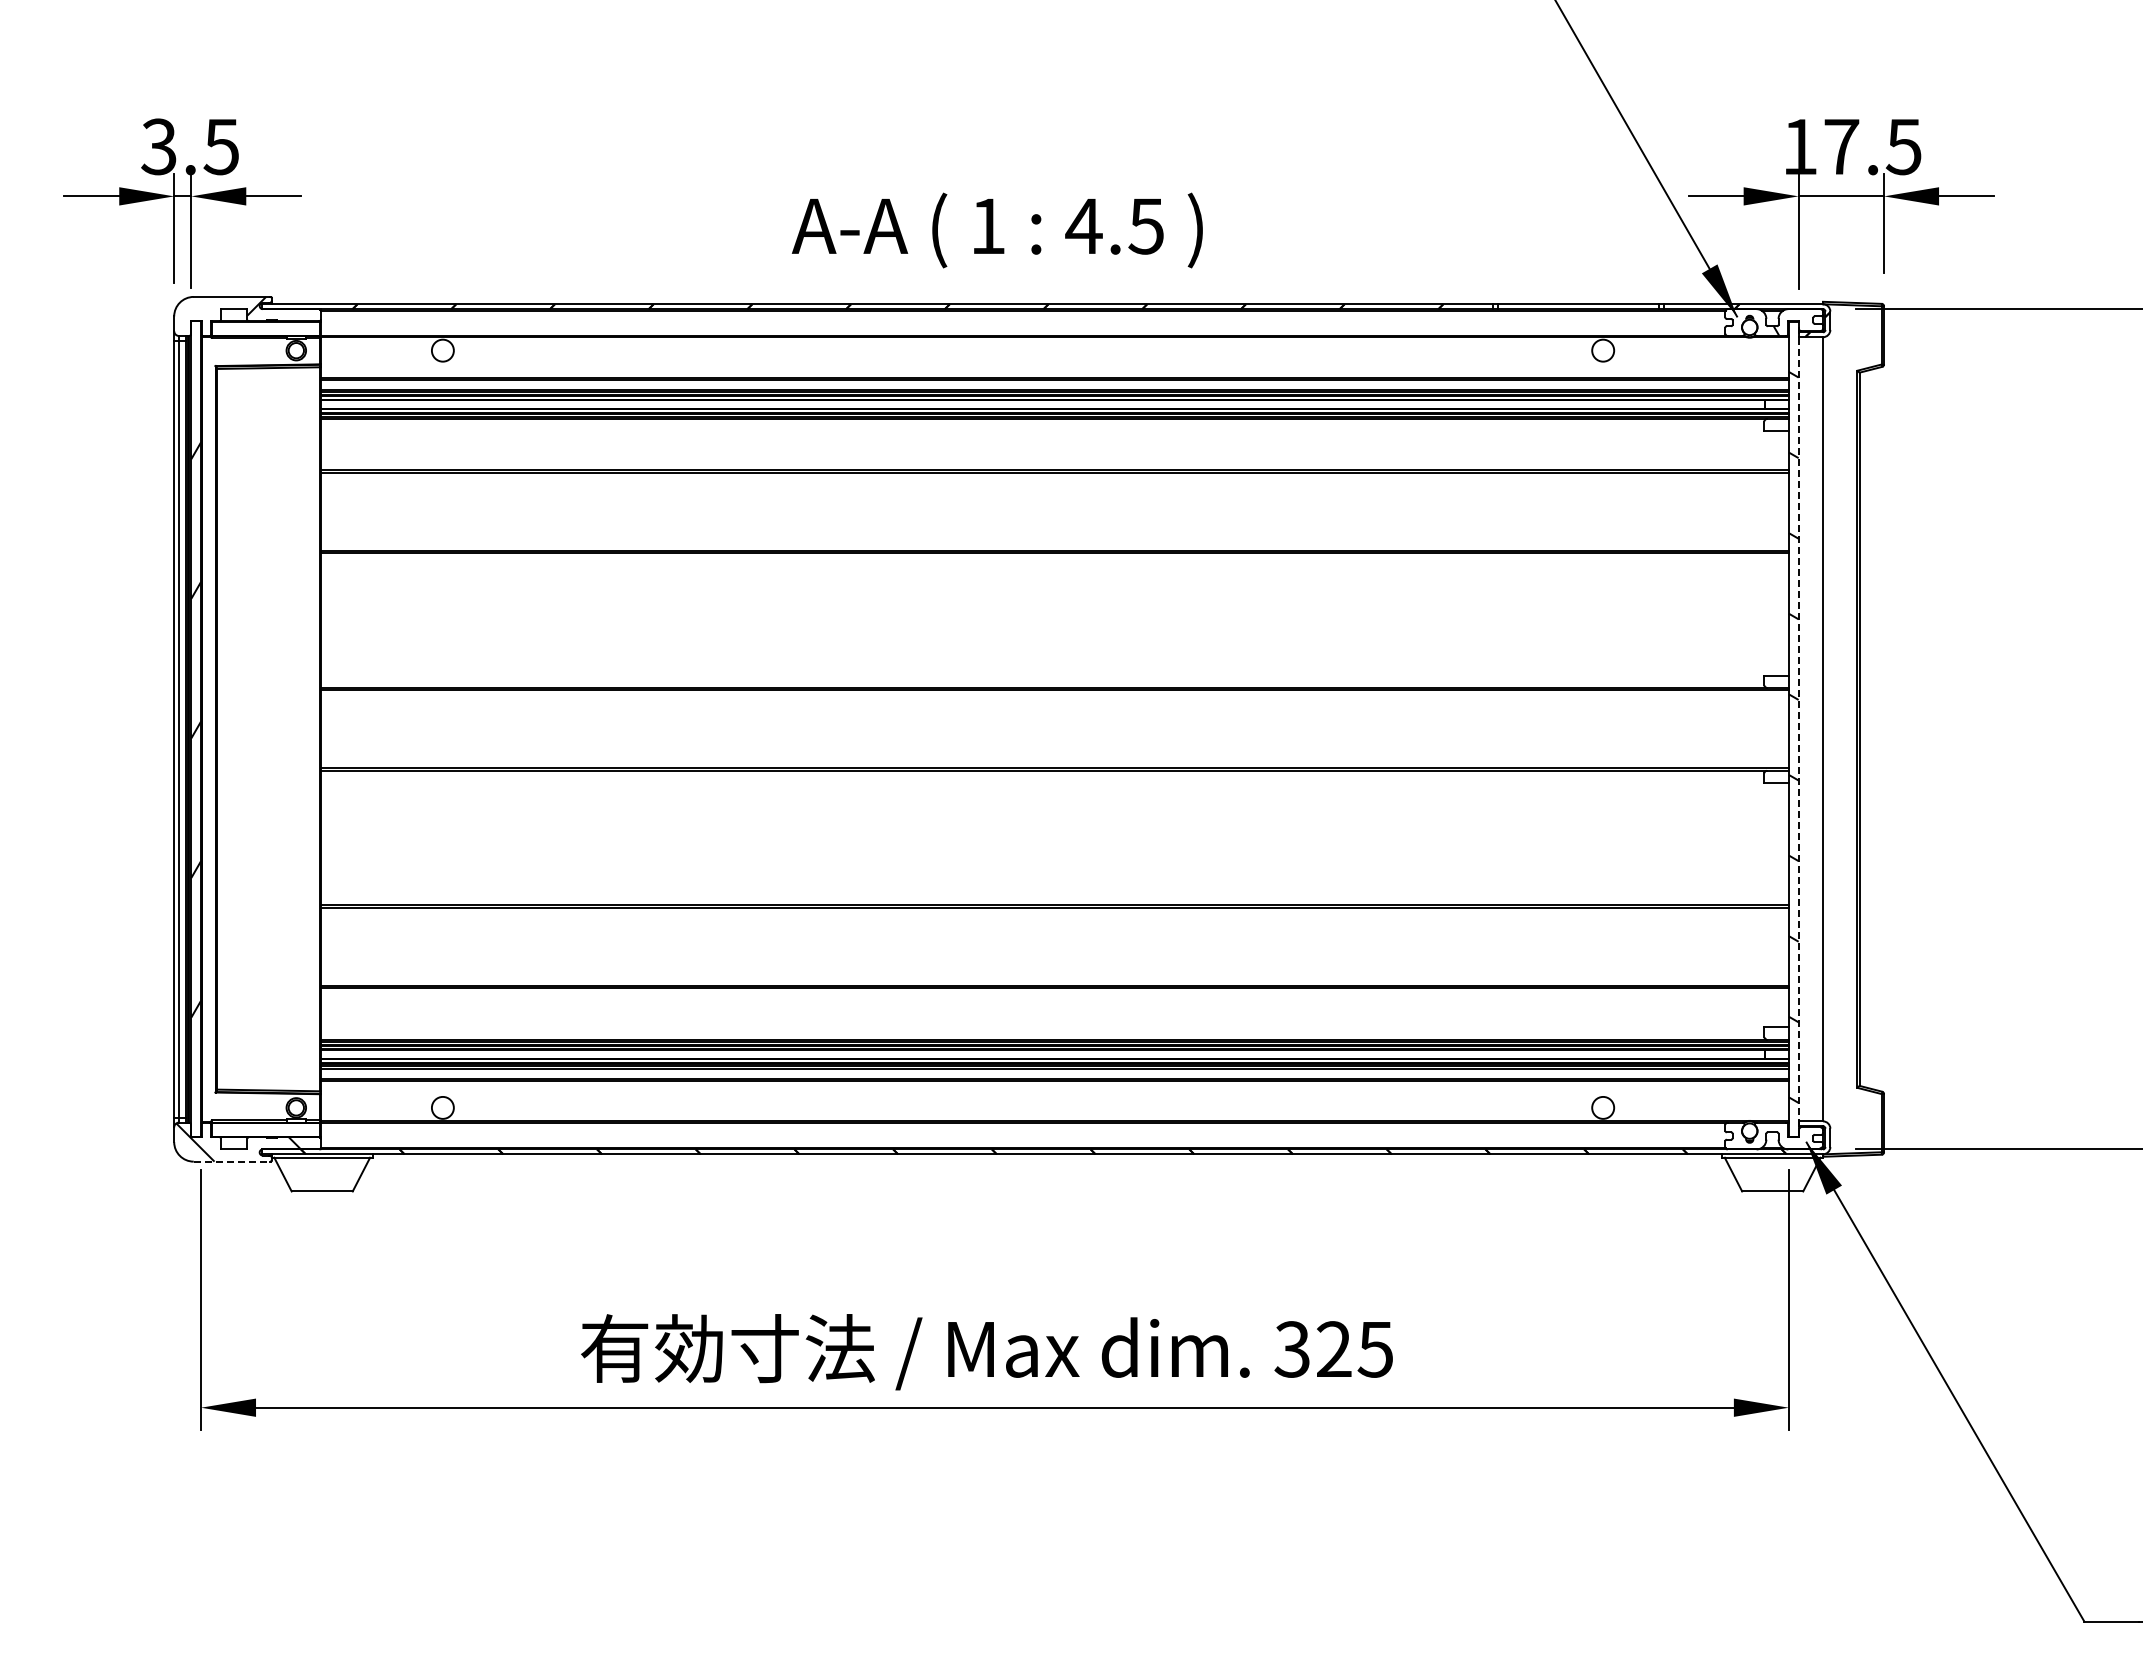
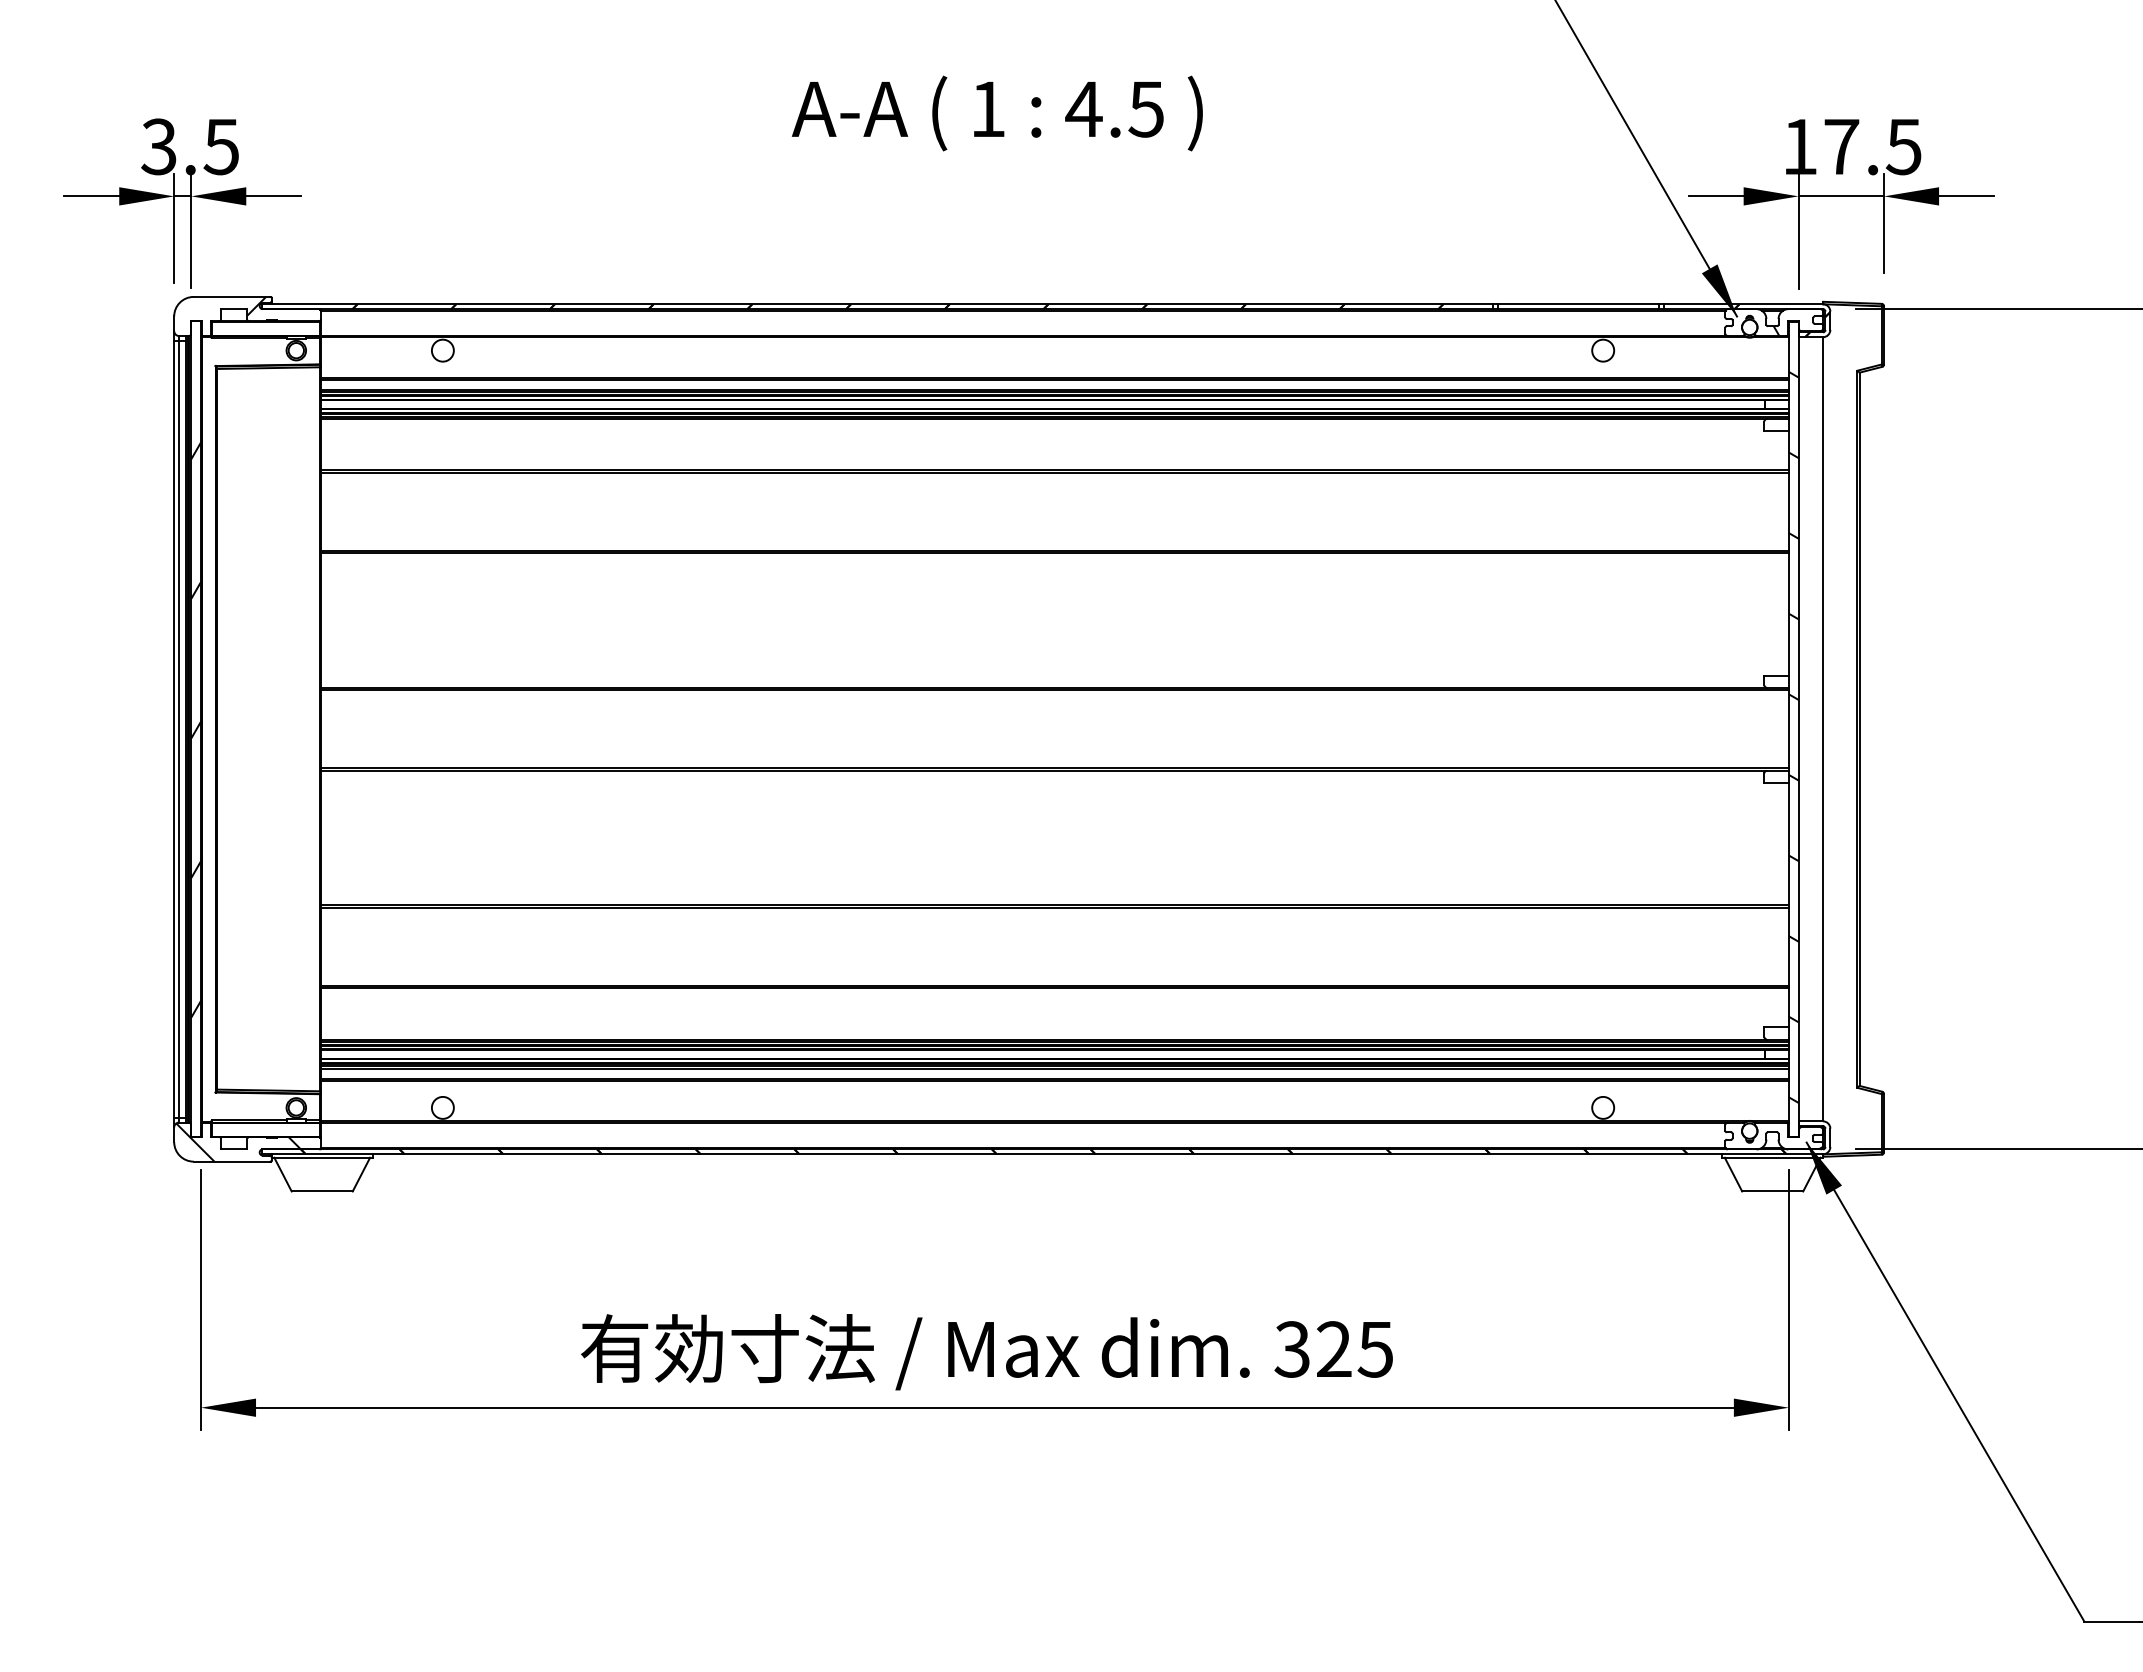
text at (997, 230) position: (997, 230) -> (997, 113)
line at (1798, 728): dashed -> solid
line at (232, 1161): dashed -> solid
